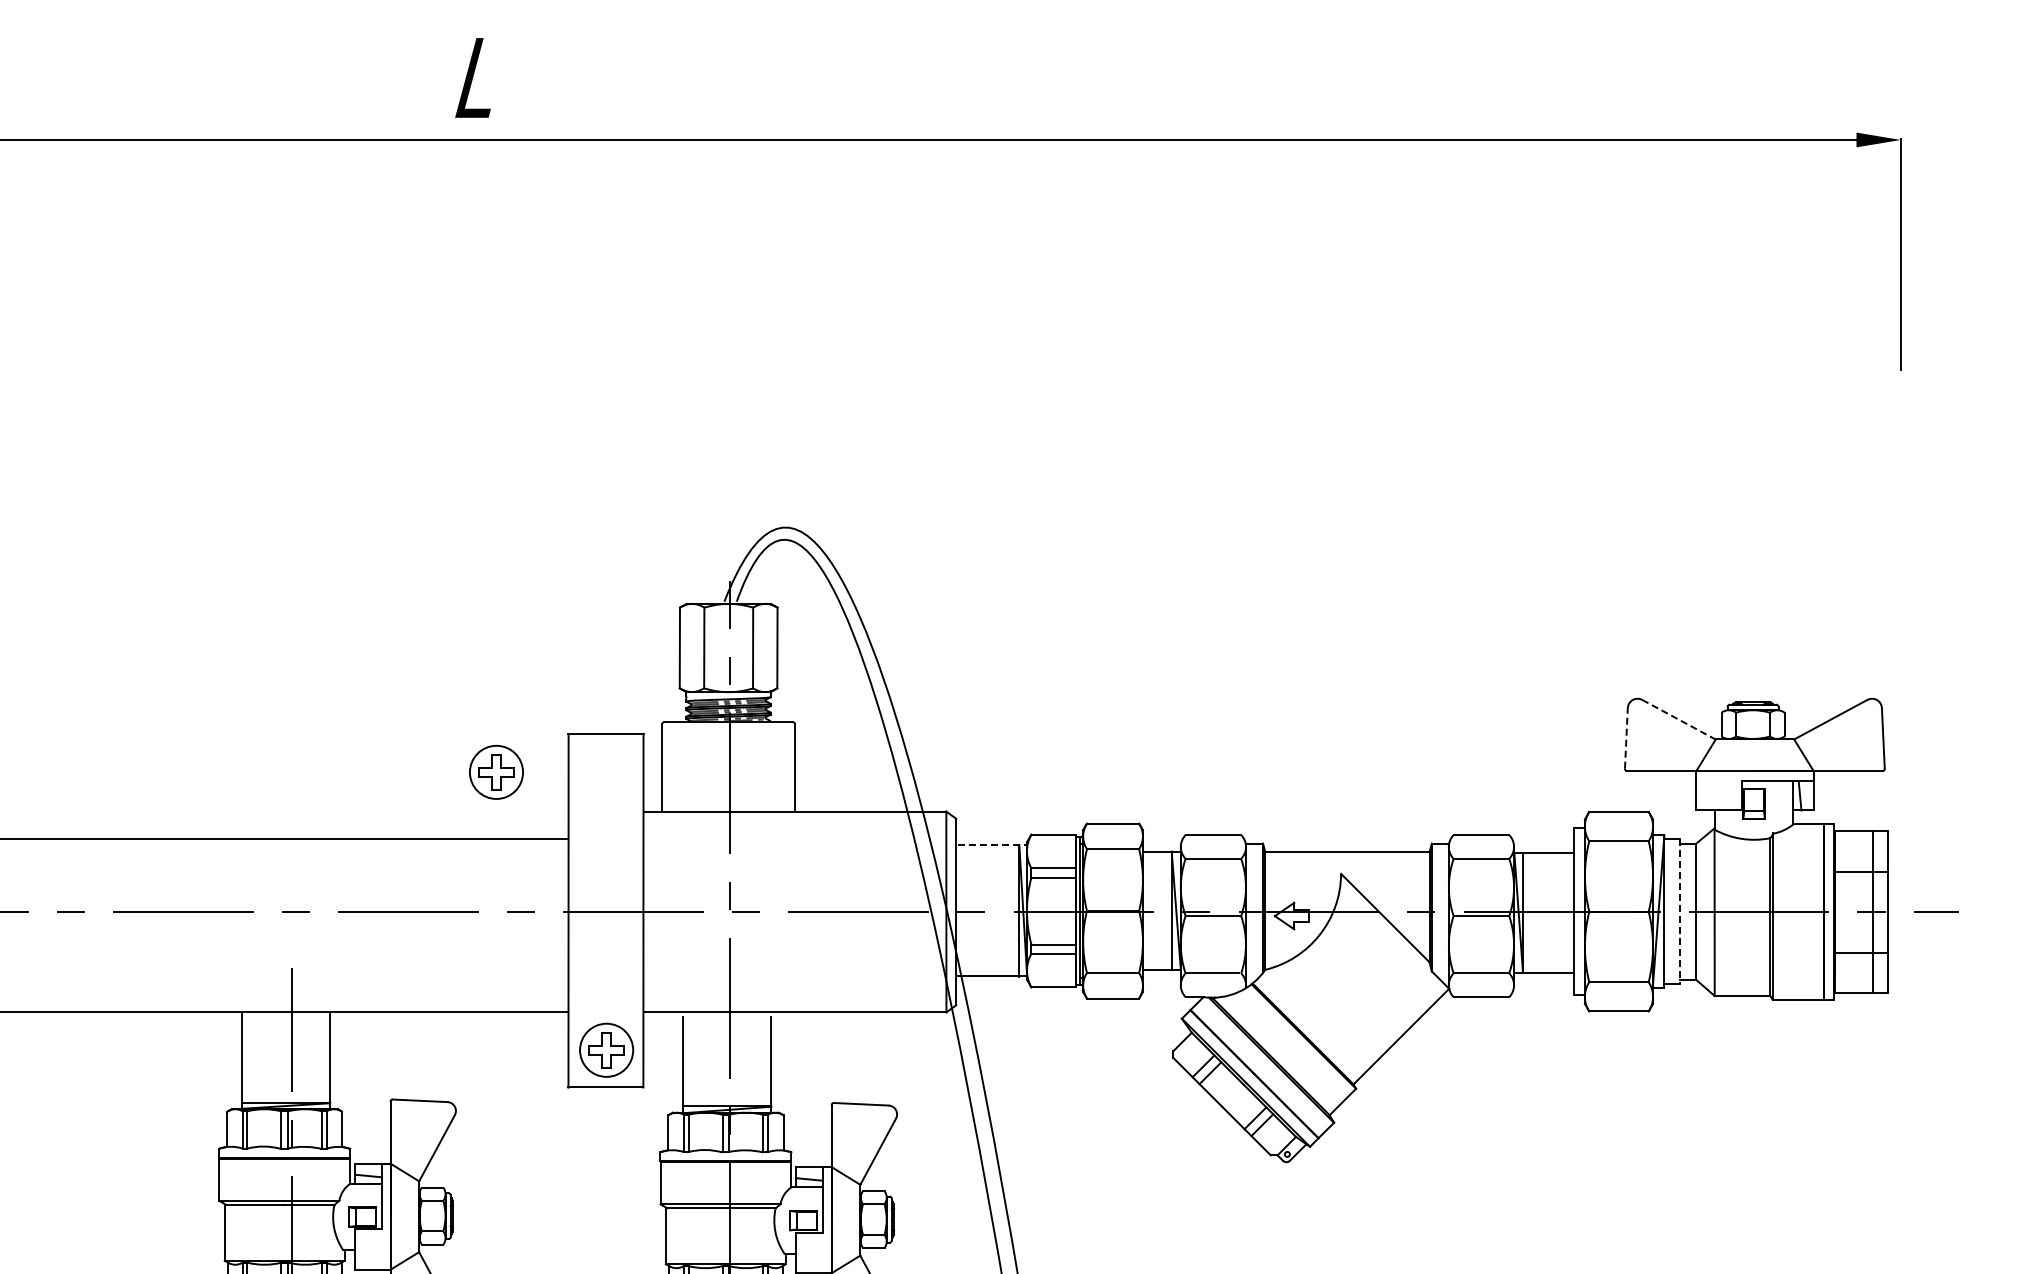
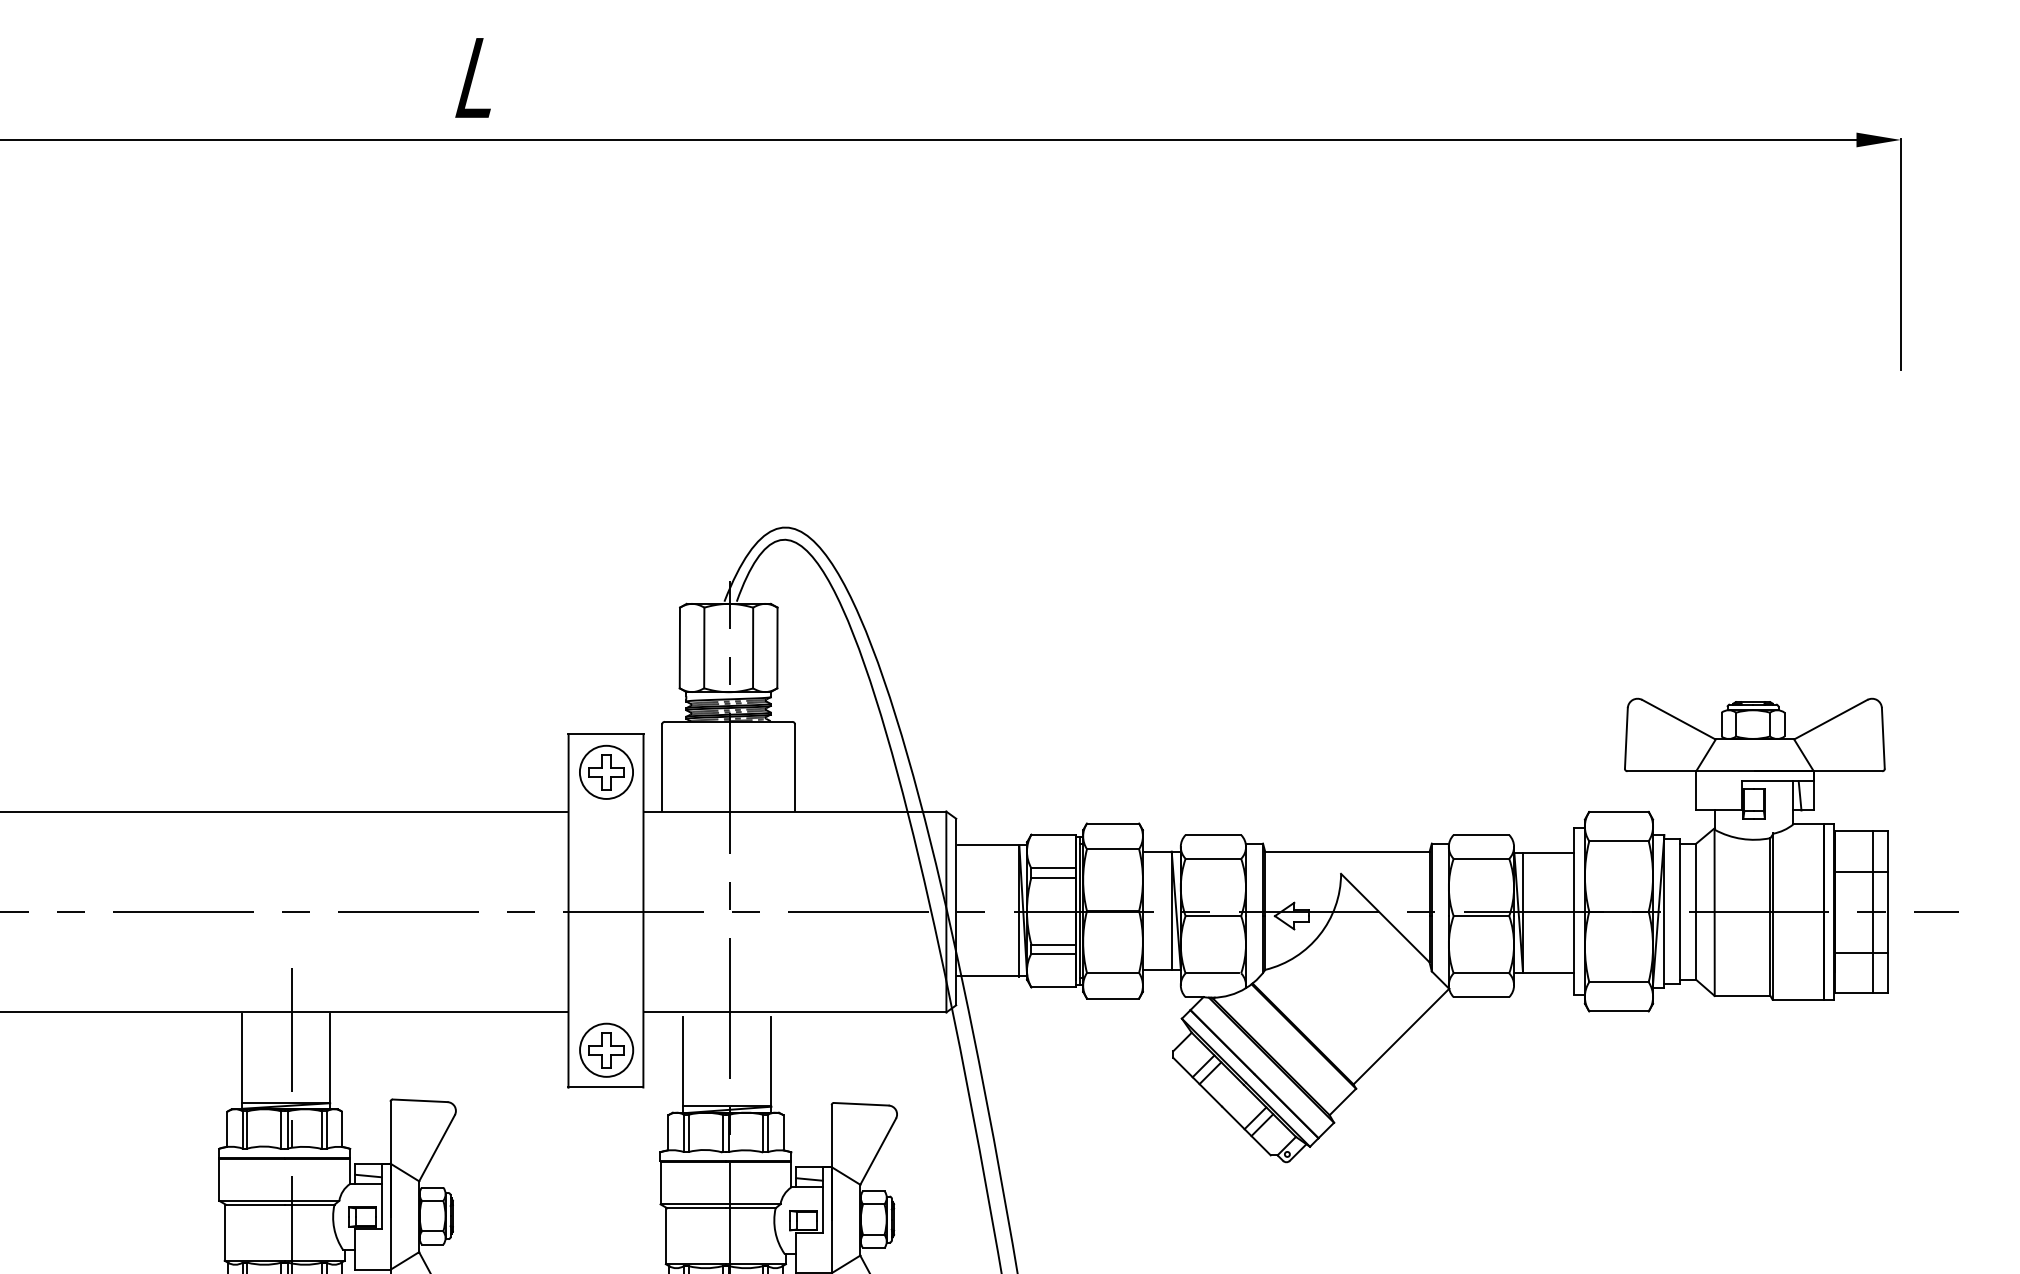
line at (1678, 719): dashed -> solid
line at (1626, 737): dashed -> solid
part at (496, 771) position: (496, 771) -> (606, 771)
line at (284, 838) position: (284, 838) -> (284, 811)
line at (993, 845): dashed -> solid
line at (1680, 912): dashed -> solid
